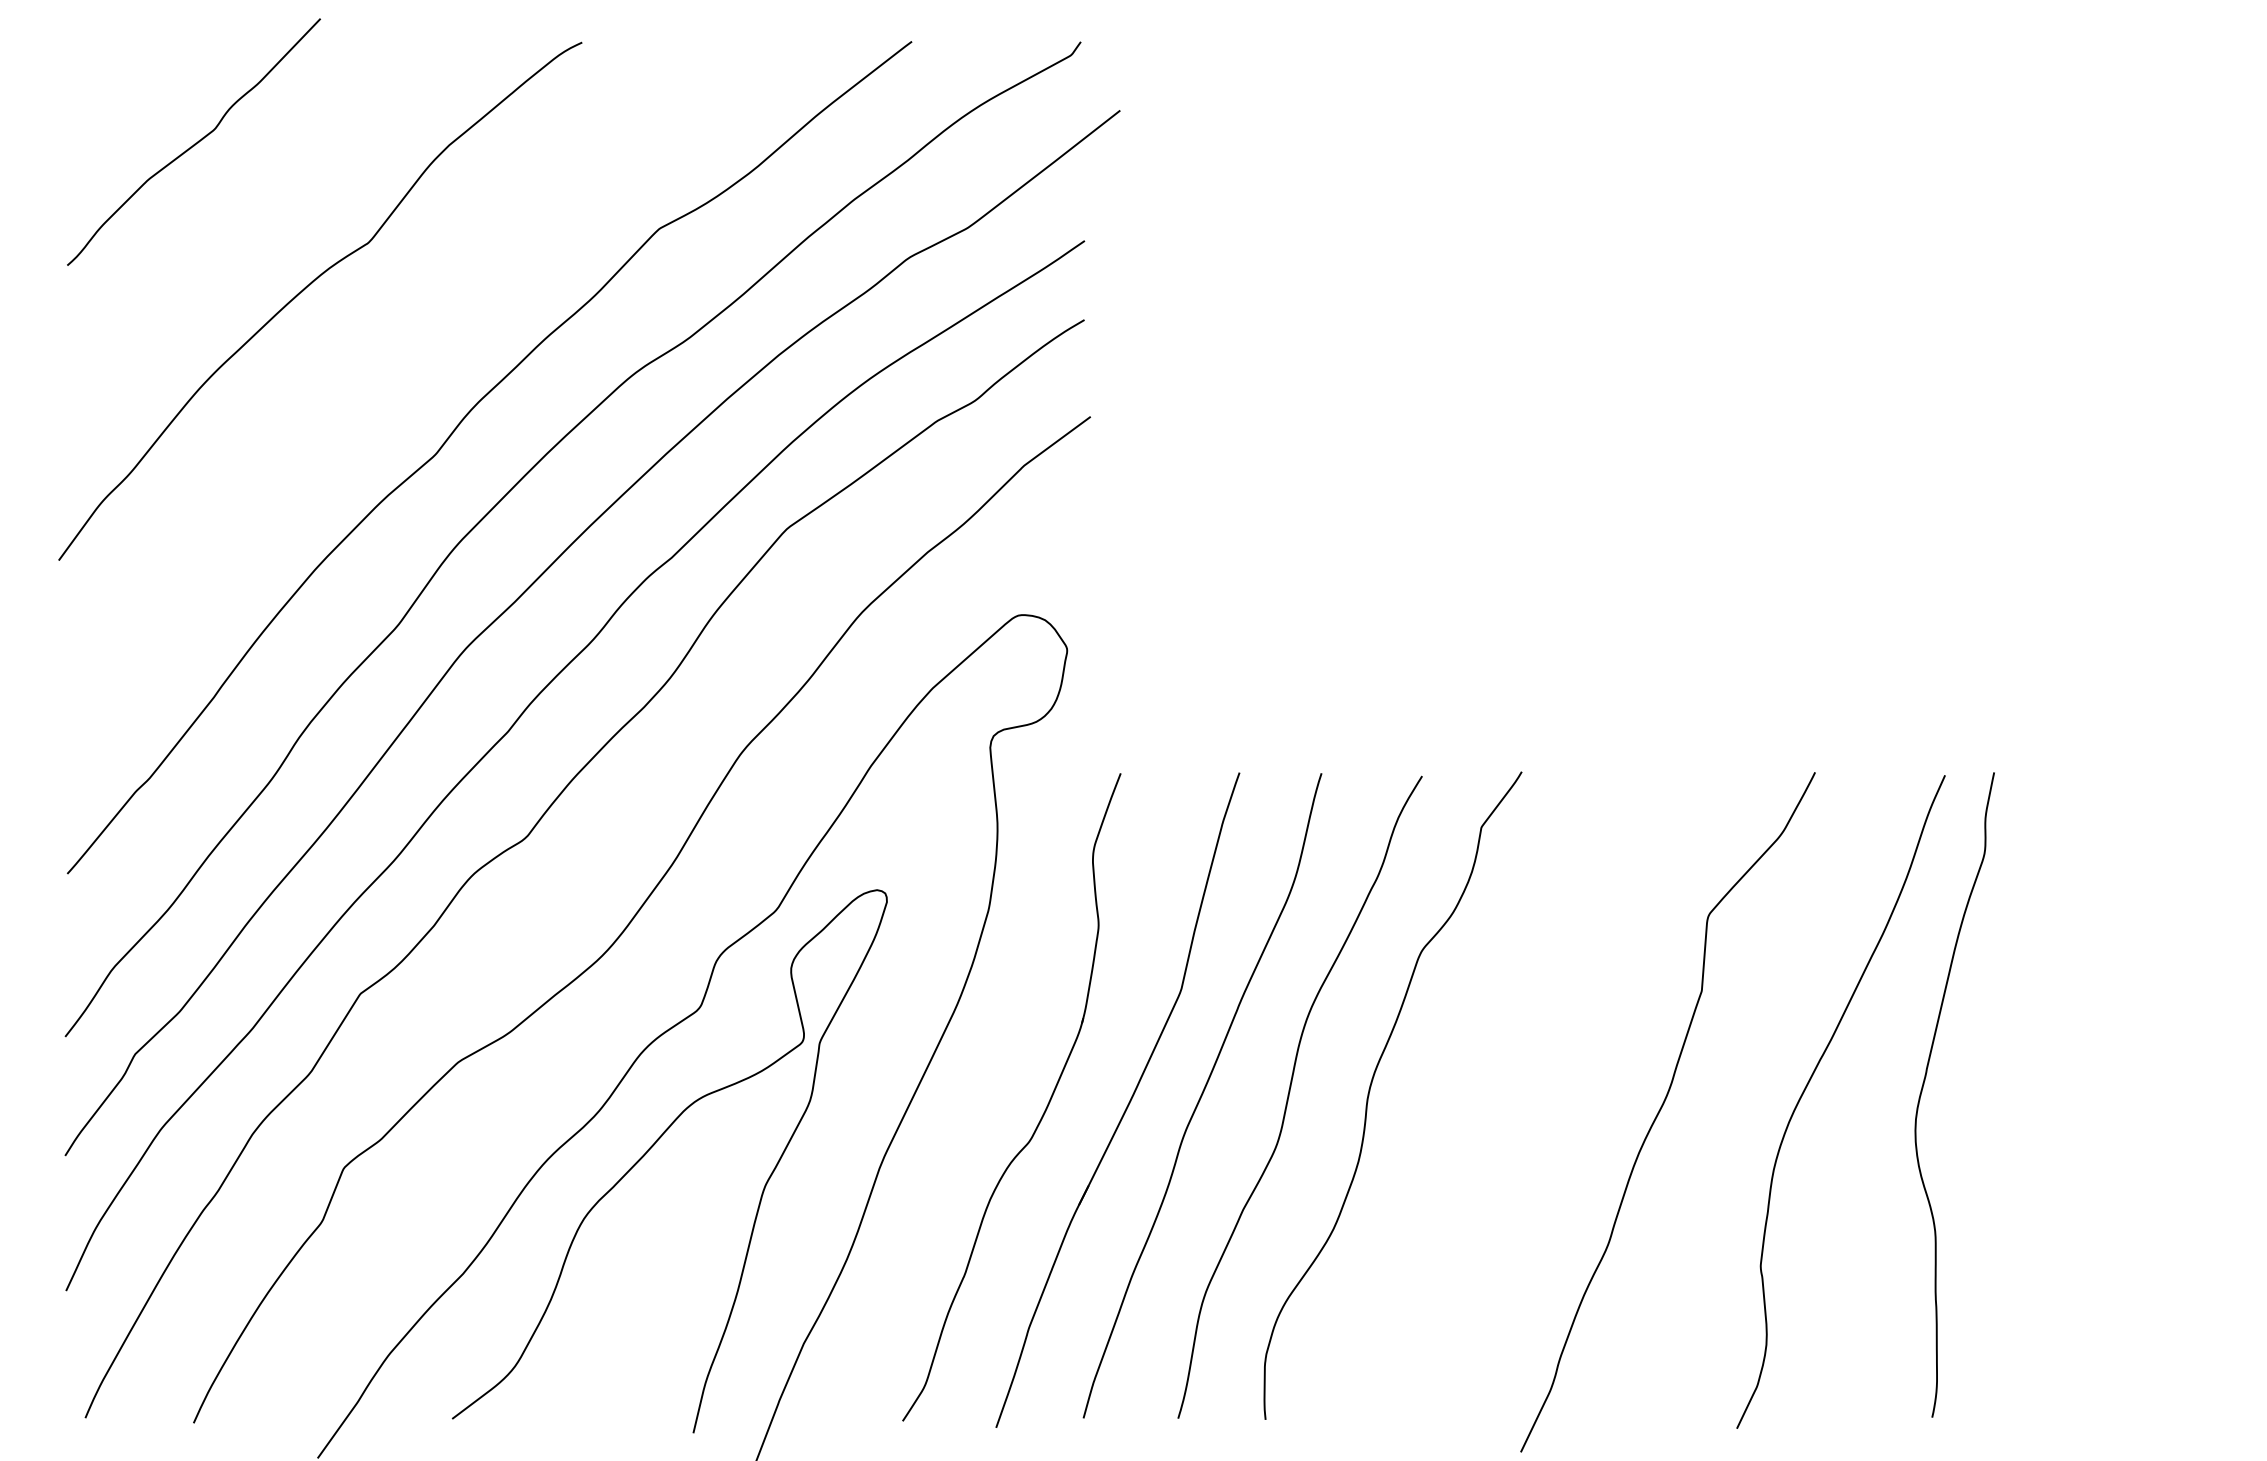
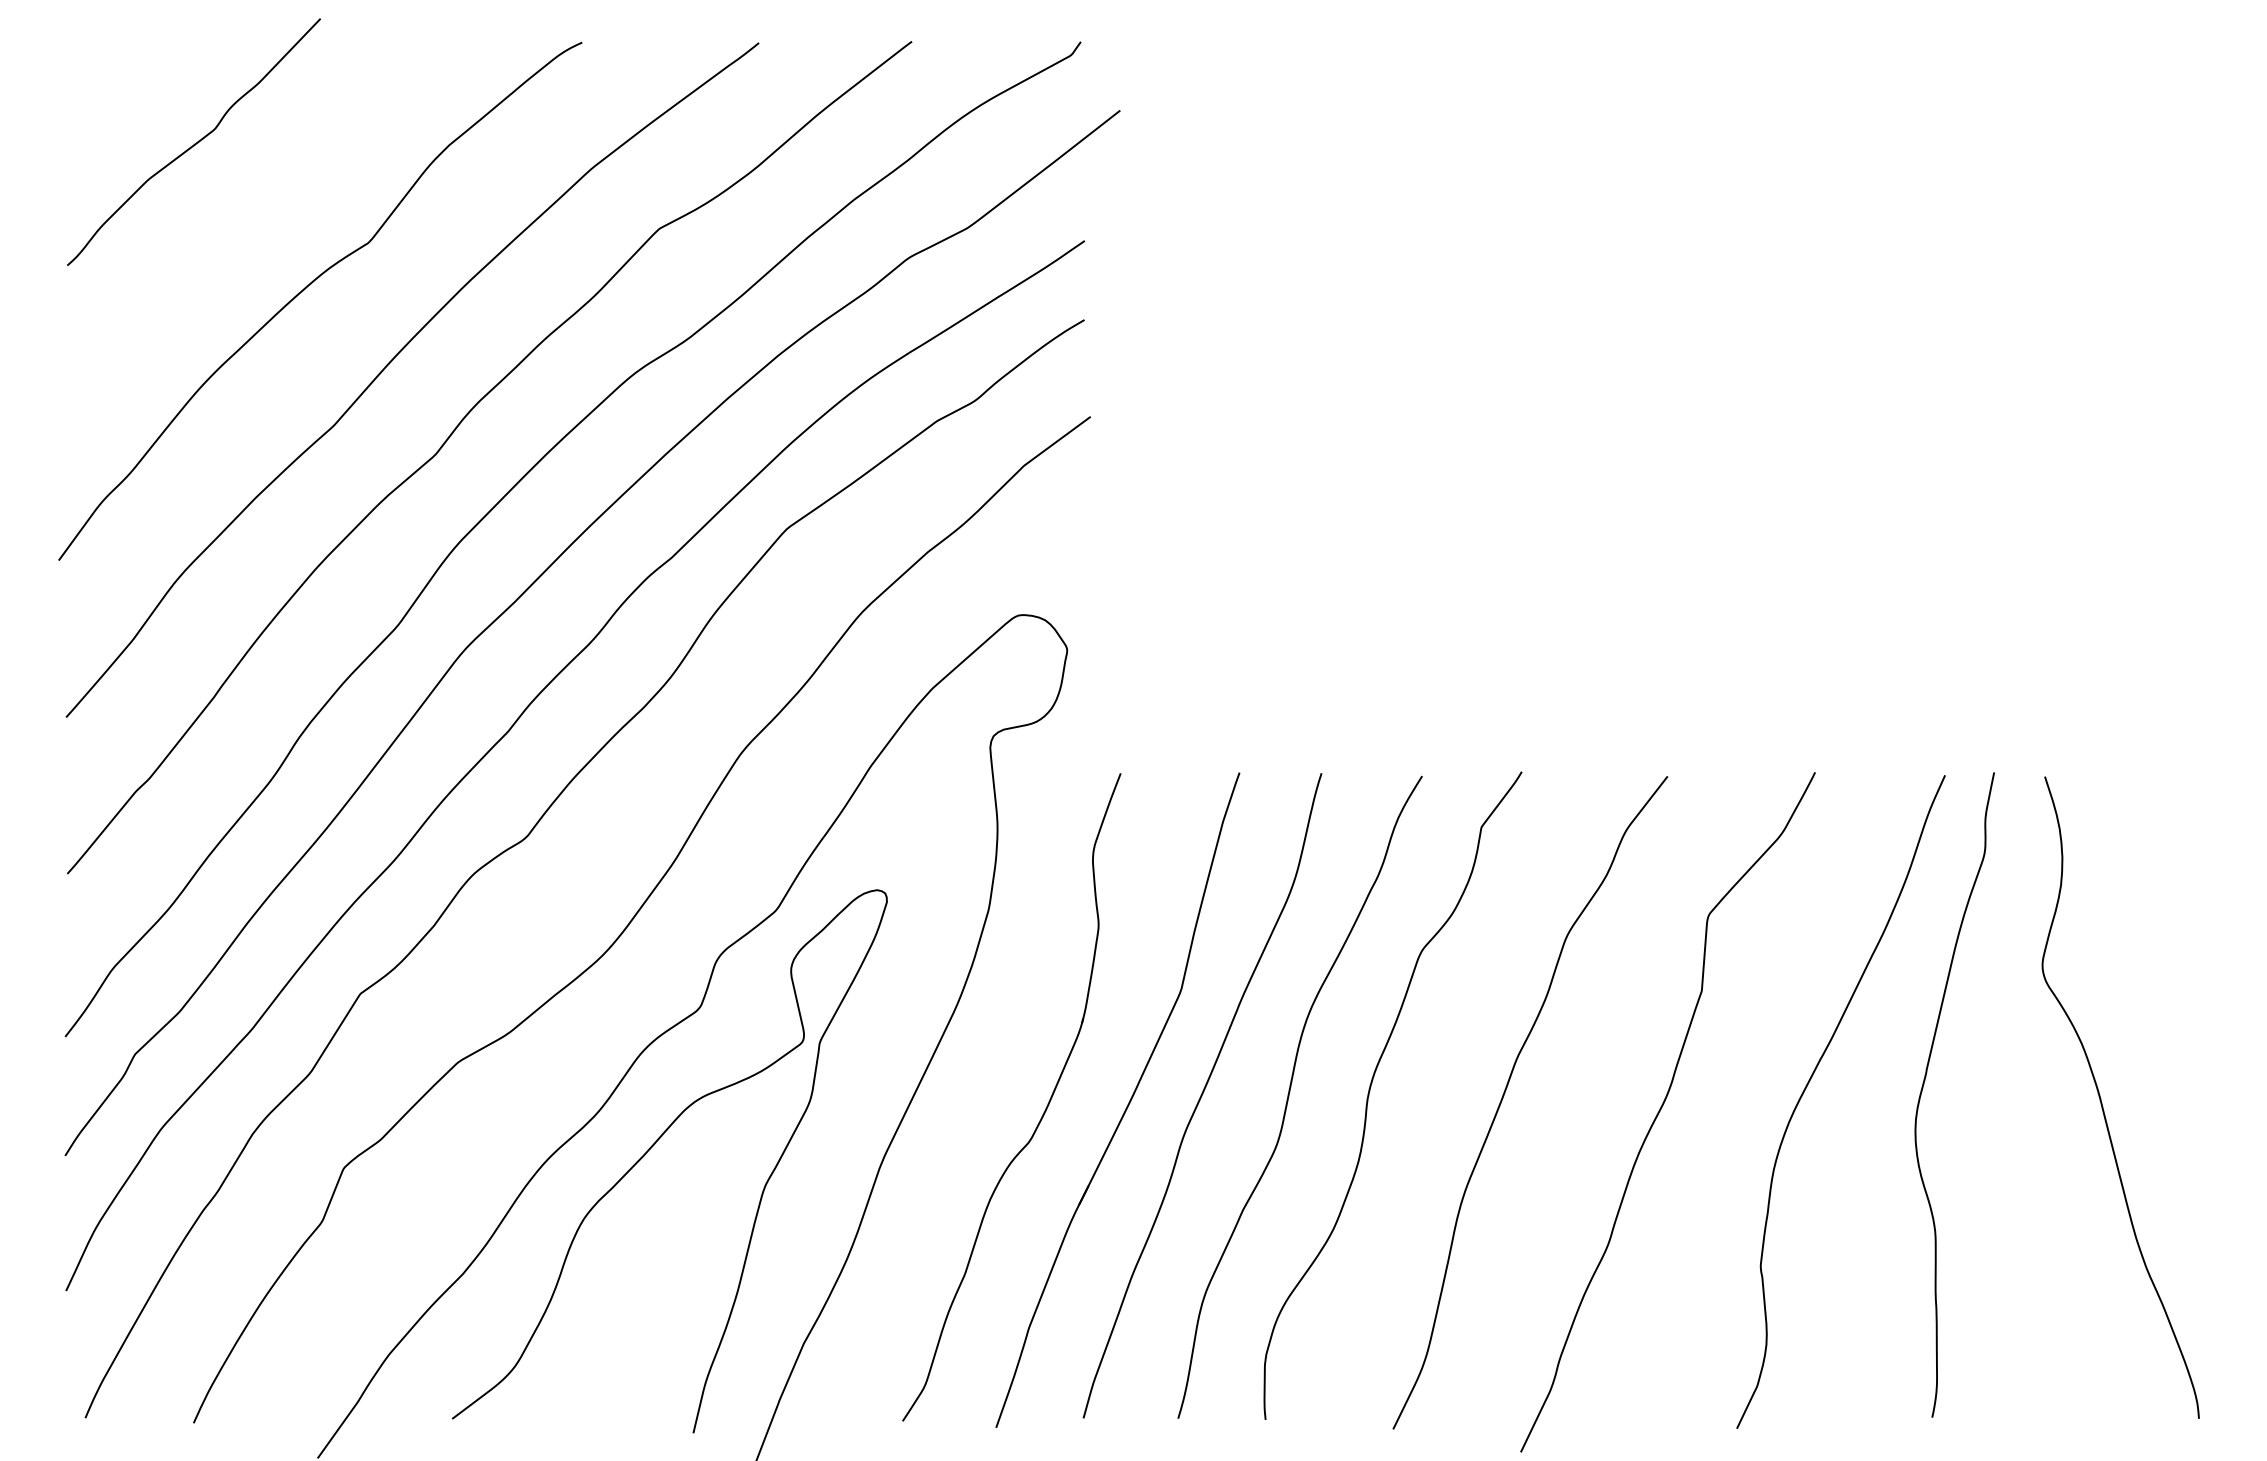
curve at (393, 360): none -> present
curve at (1505, 1093): none -> present
curve at (2102, 1102): none -> present
